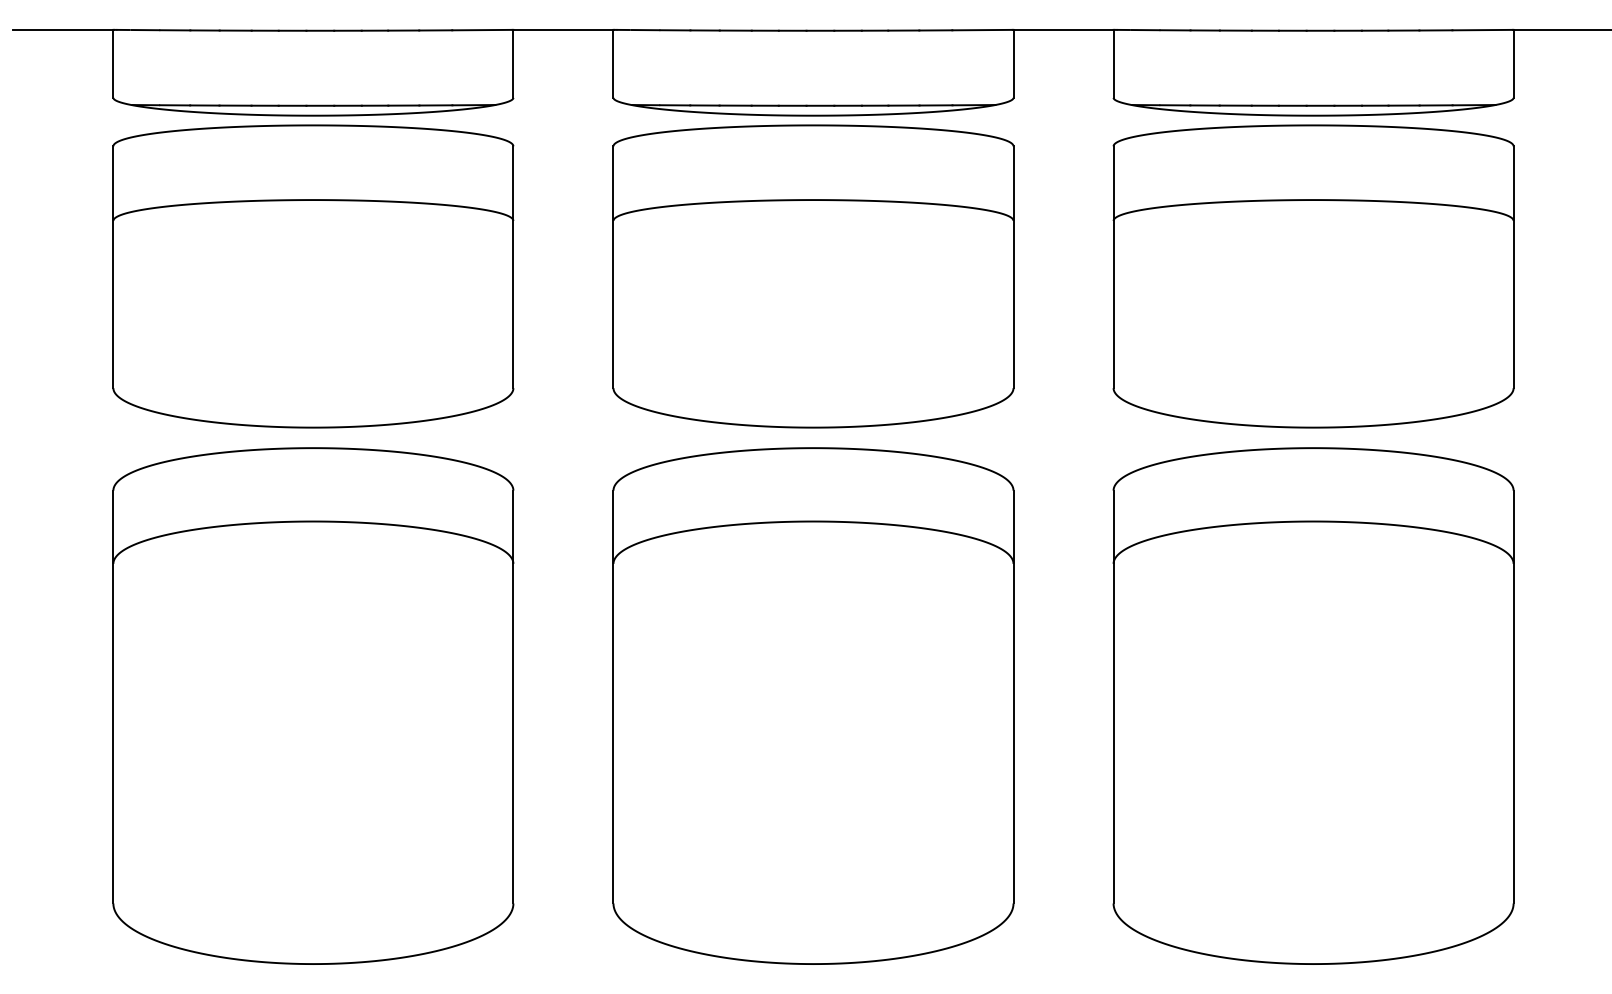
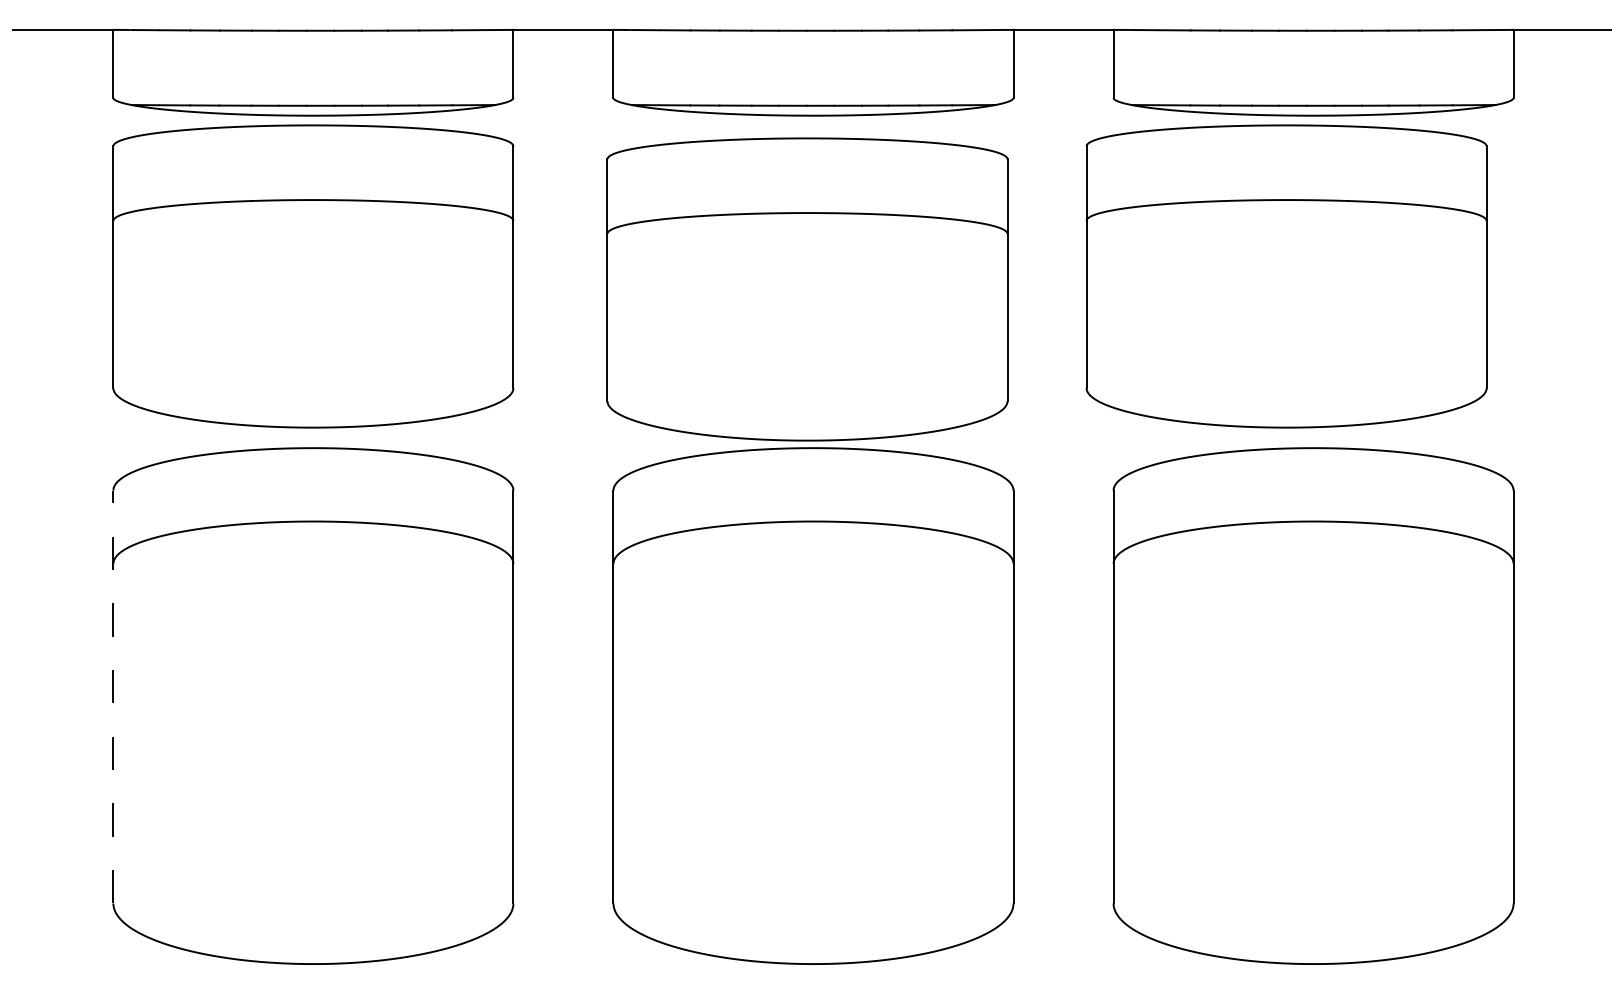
part at (813, 276) position: (813, 276) -> (807, 289)
part at (1313, 276) position: (1313, 276) -> (1286, 276)
line at (113, 696): solid -> dashed
